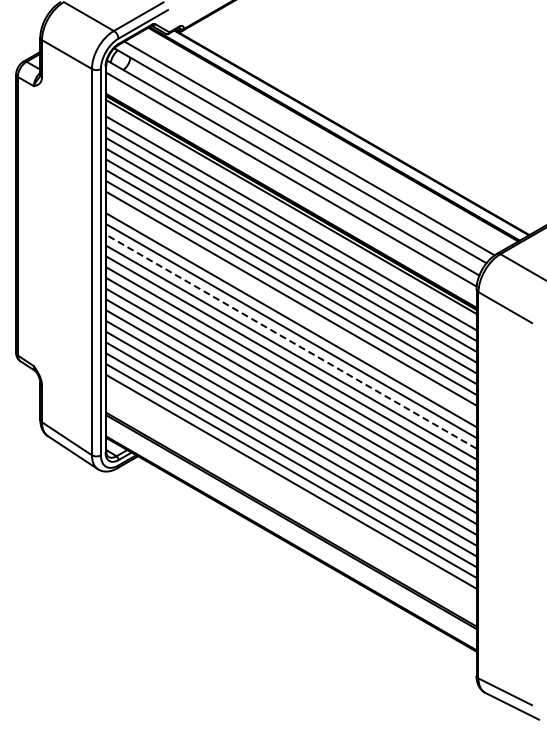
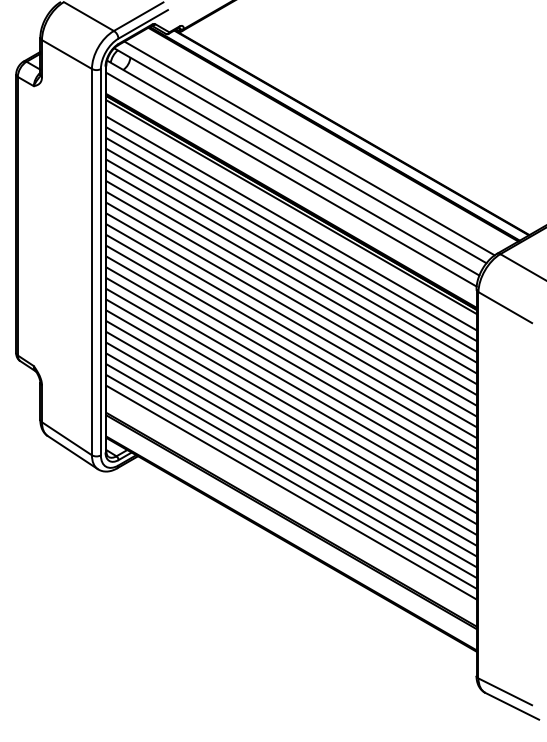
line at (291, 309): none -> present
line at (291, 341): dashed -> solid
line at (291, 492): none -> present
